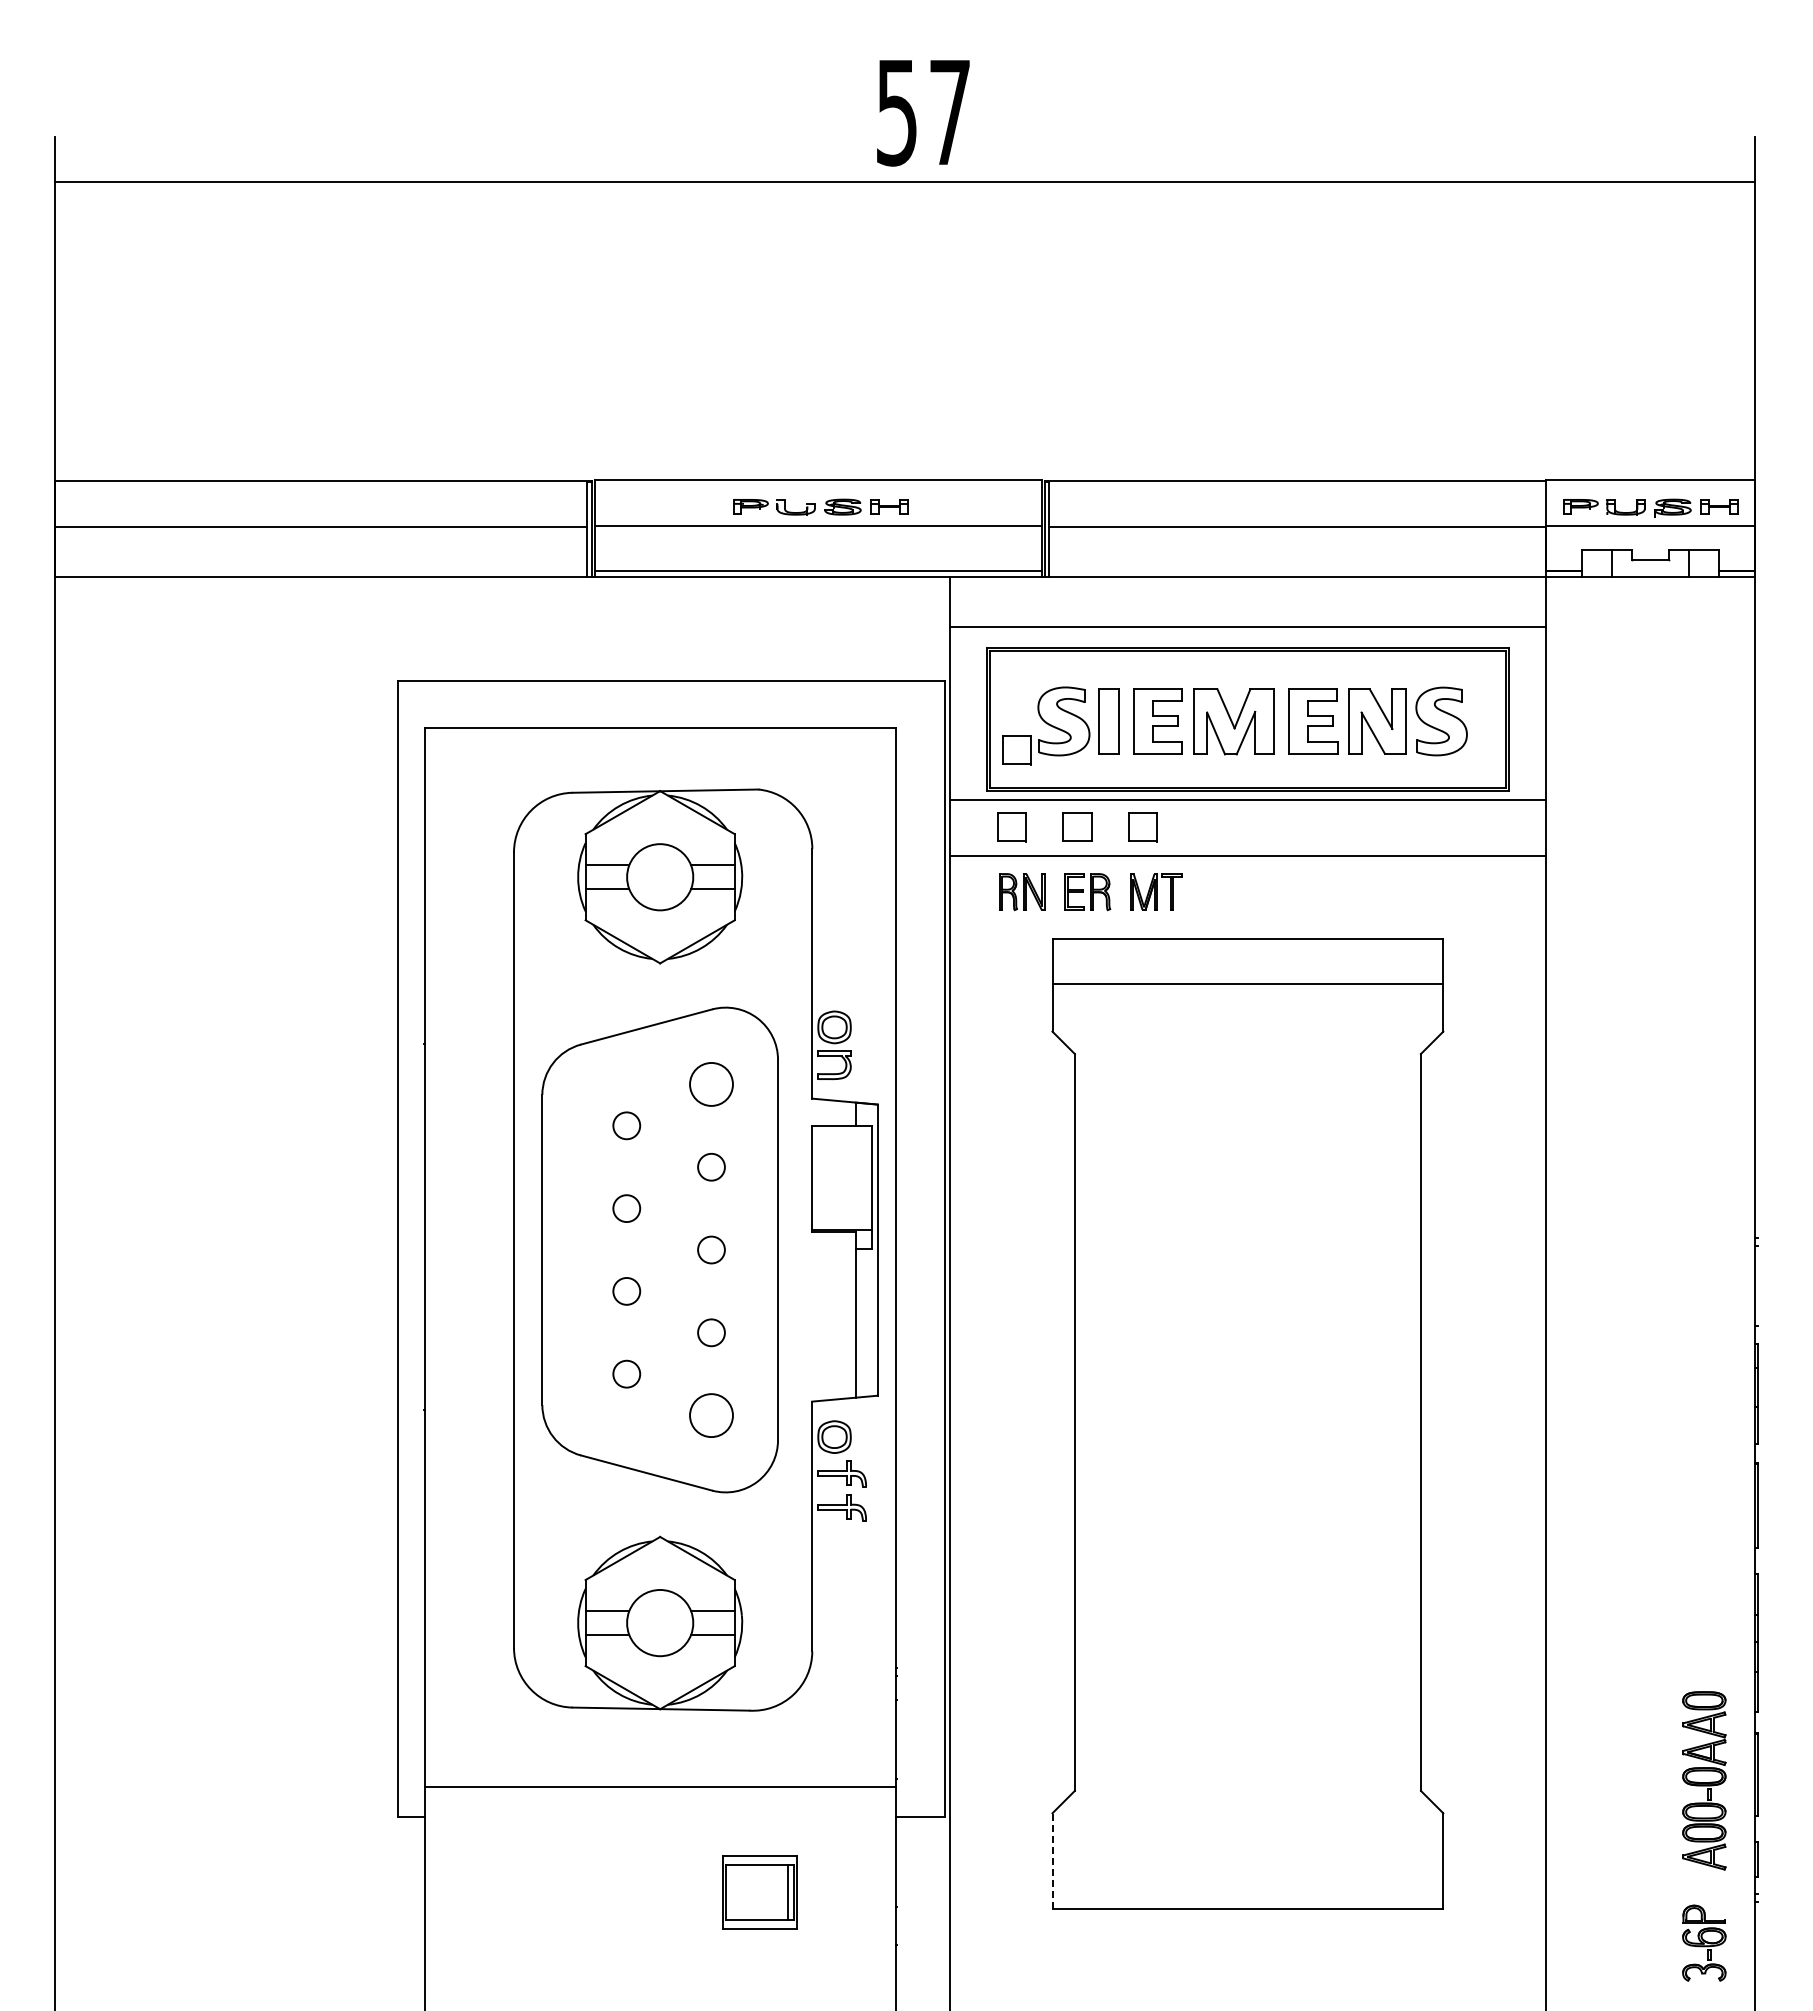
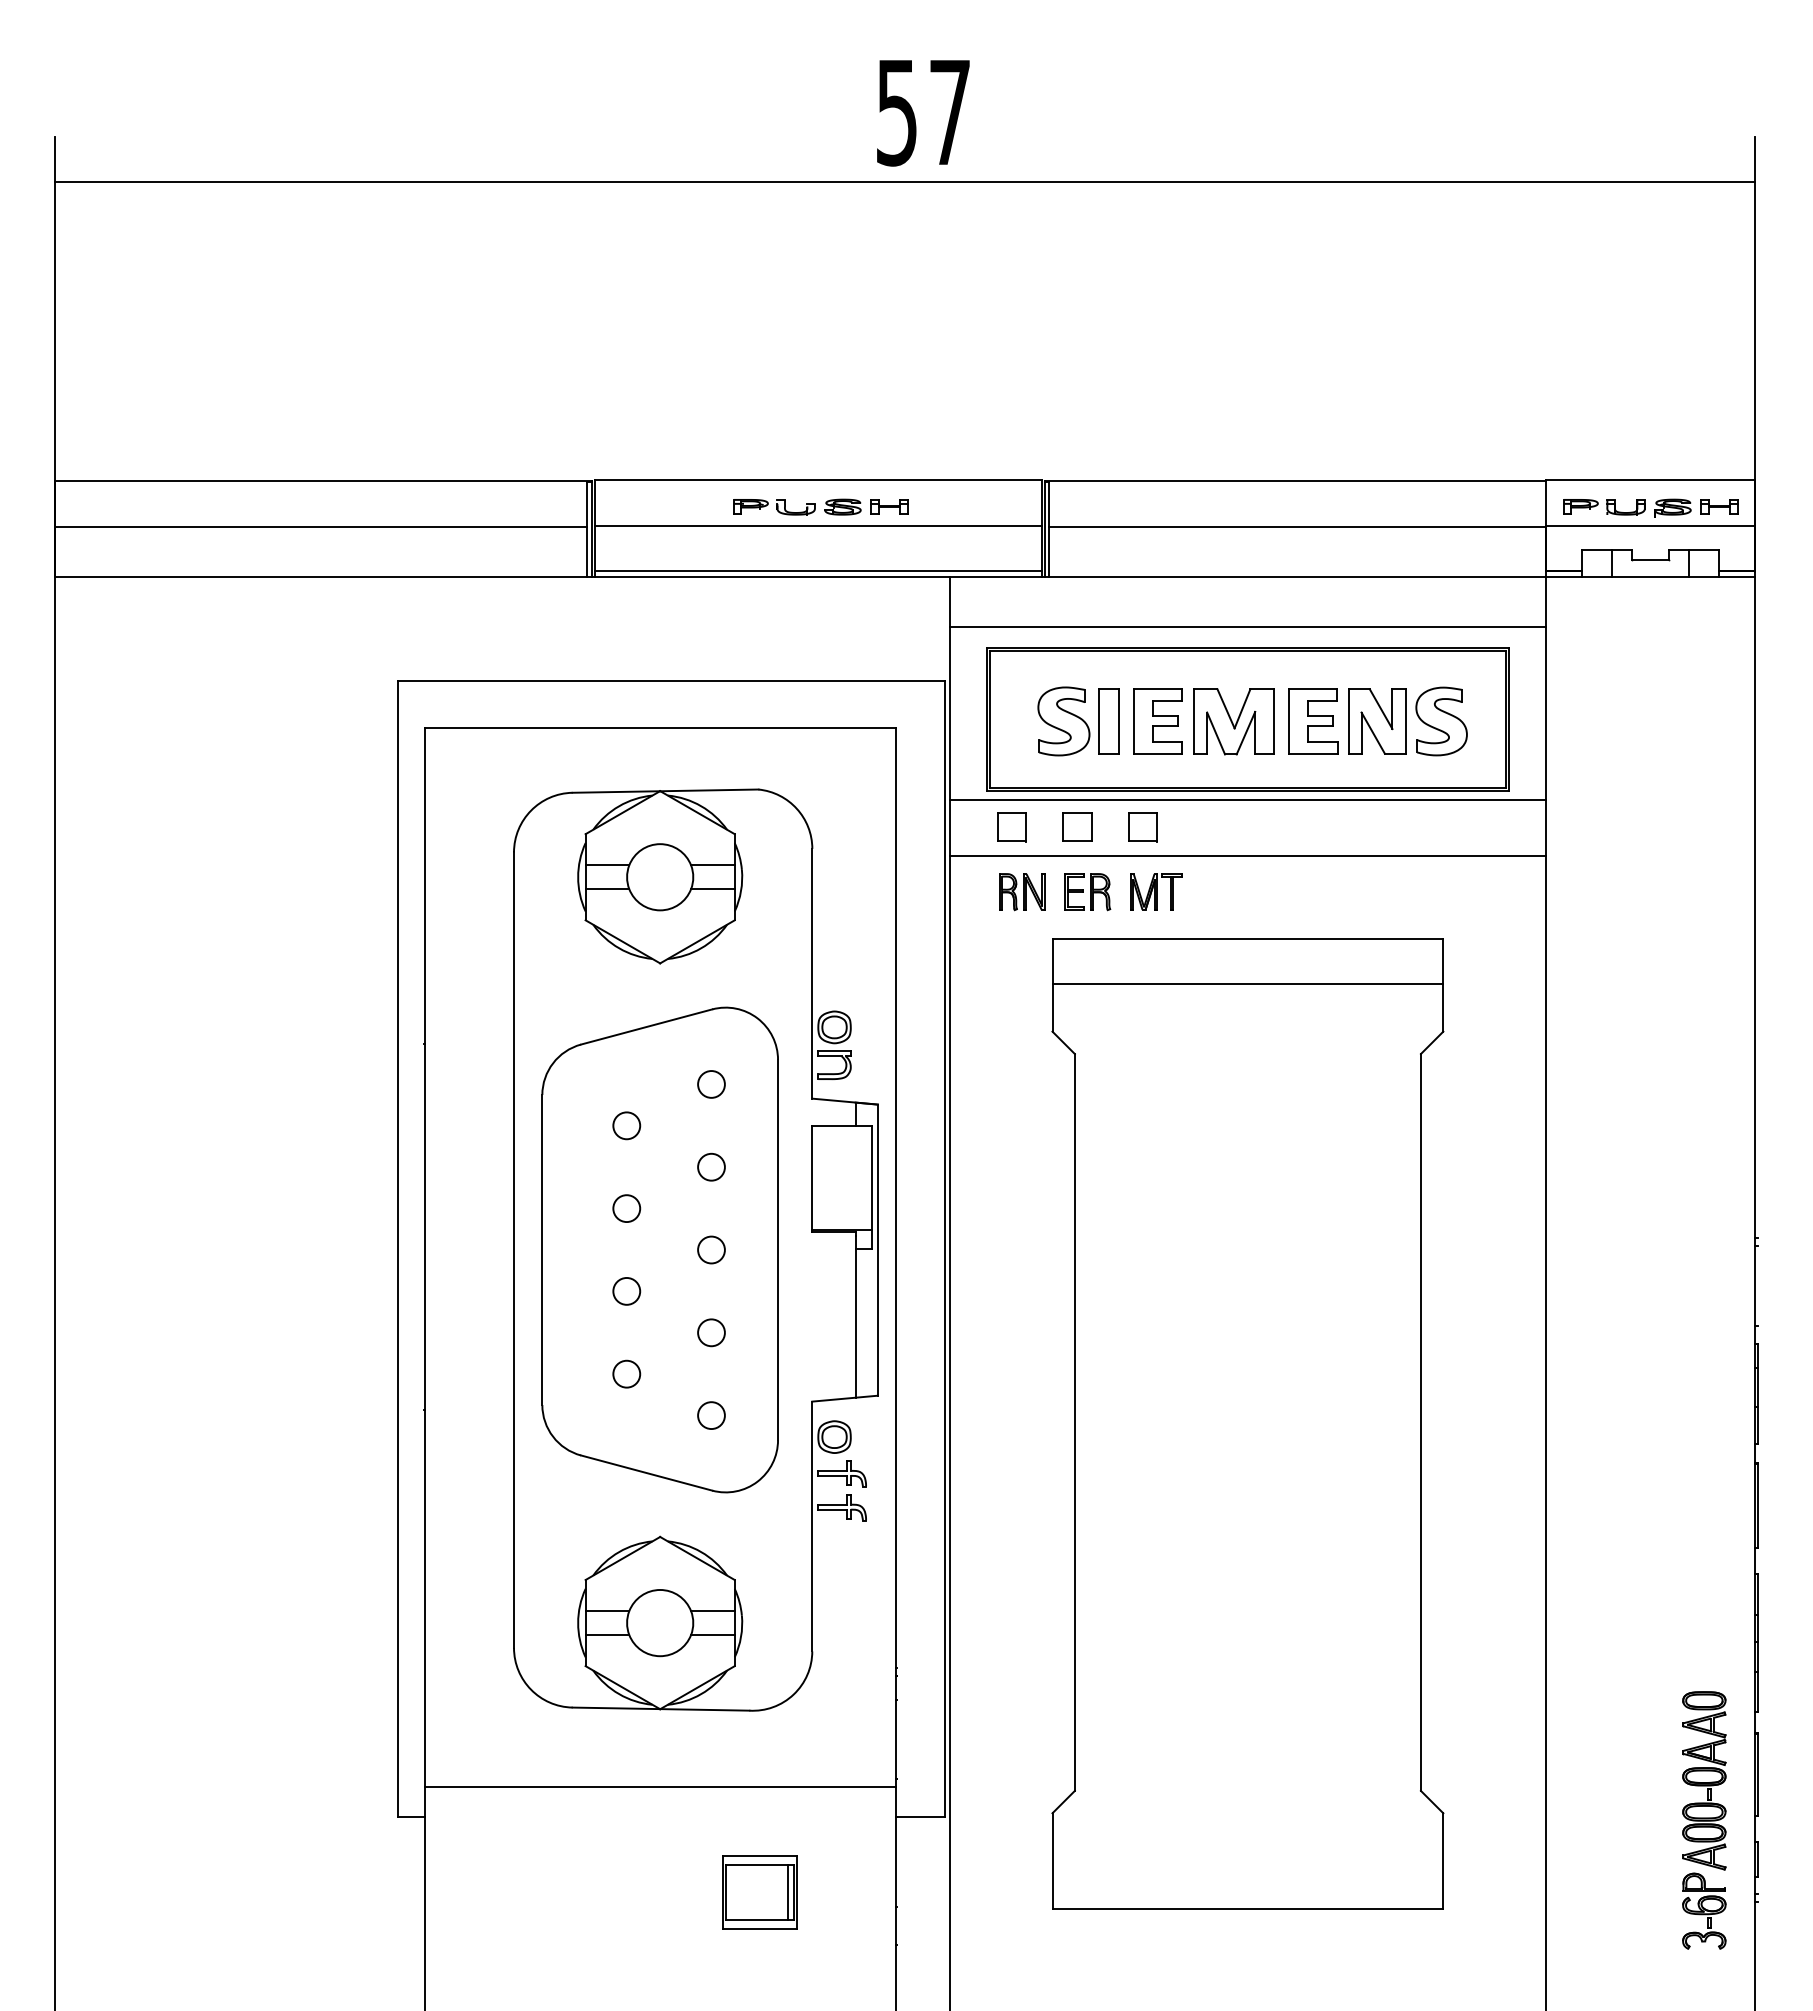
part at (1016, 750): present -> none
circle at (711, 1083) diameter: 43 px -> 27 px
circle at (711, 1415) diameter: 43 px -> 27 px
line at (1052, 1861): dashed -> solid
part at (1704, 1942) position: (1704, 1942) -> (1704, 1910)
